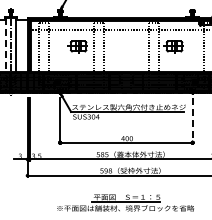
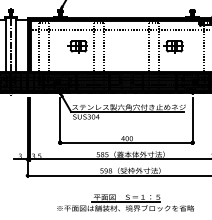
line at (6, 44): dashed -> solid
line at (192, 121): dashed -> solid
